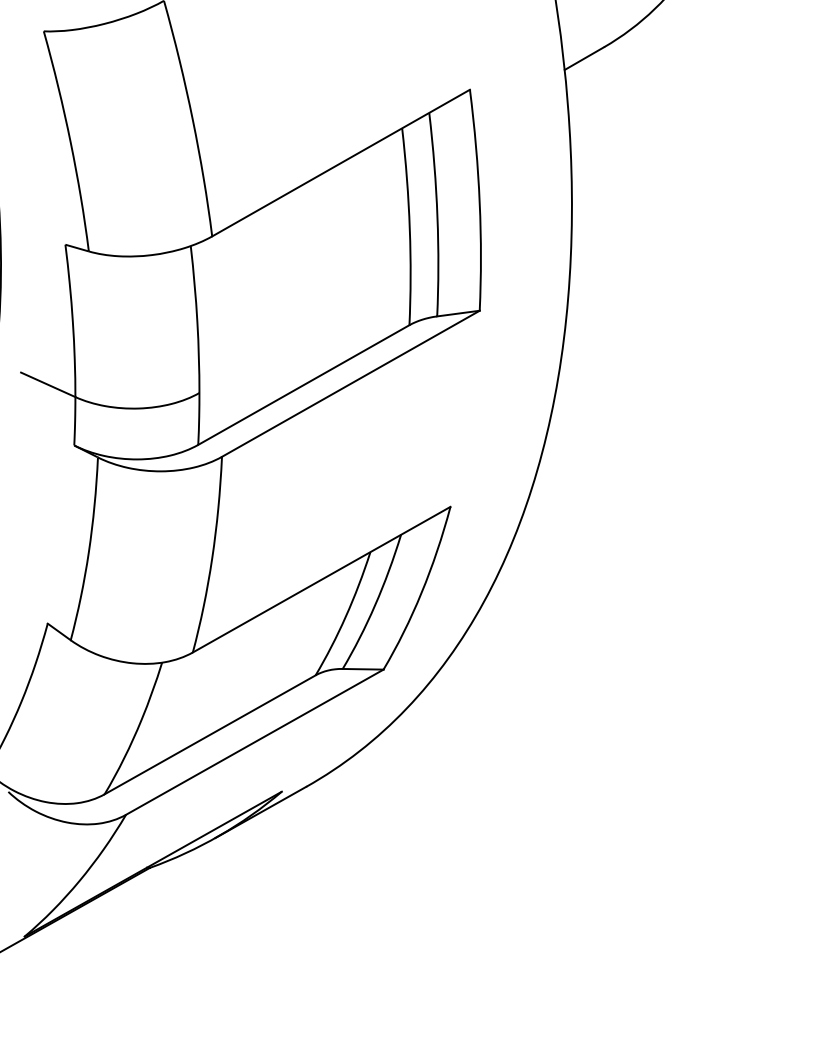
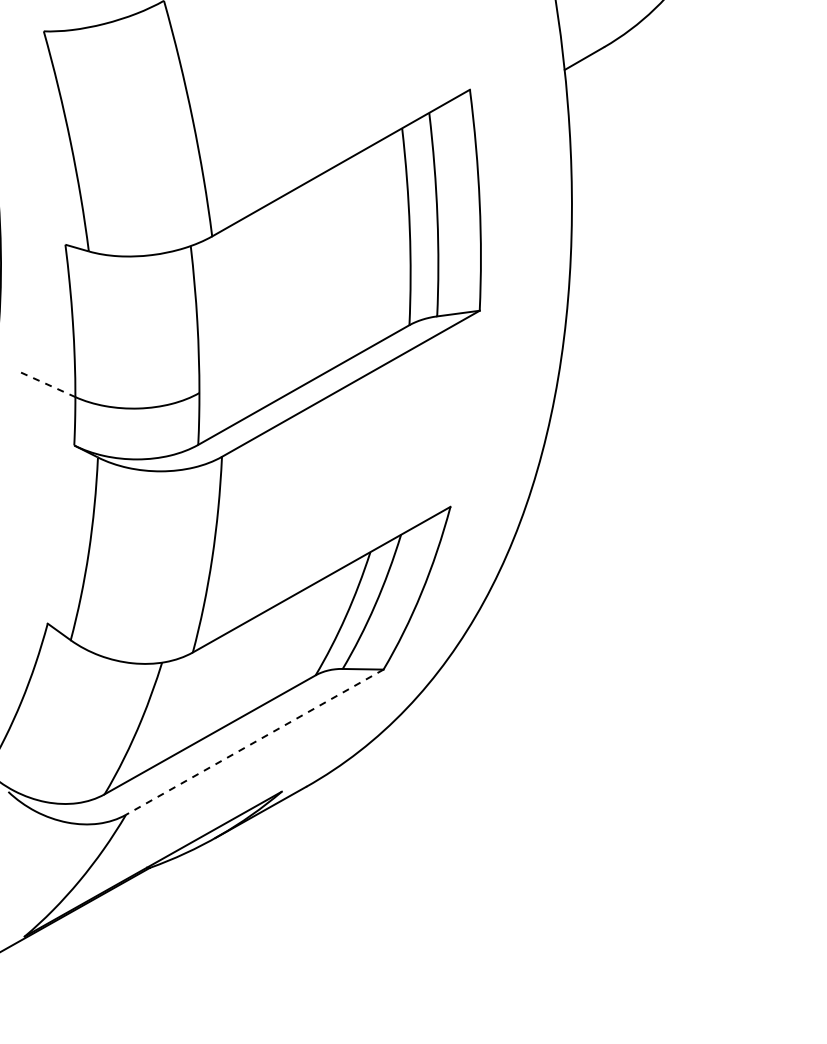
line at (48, 384): solid -> dashed
line at (254, 742): solid -> dashed
